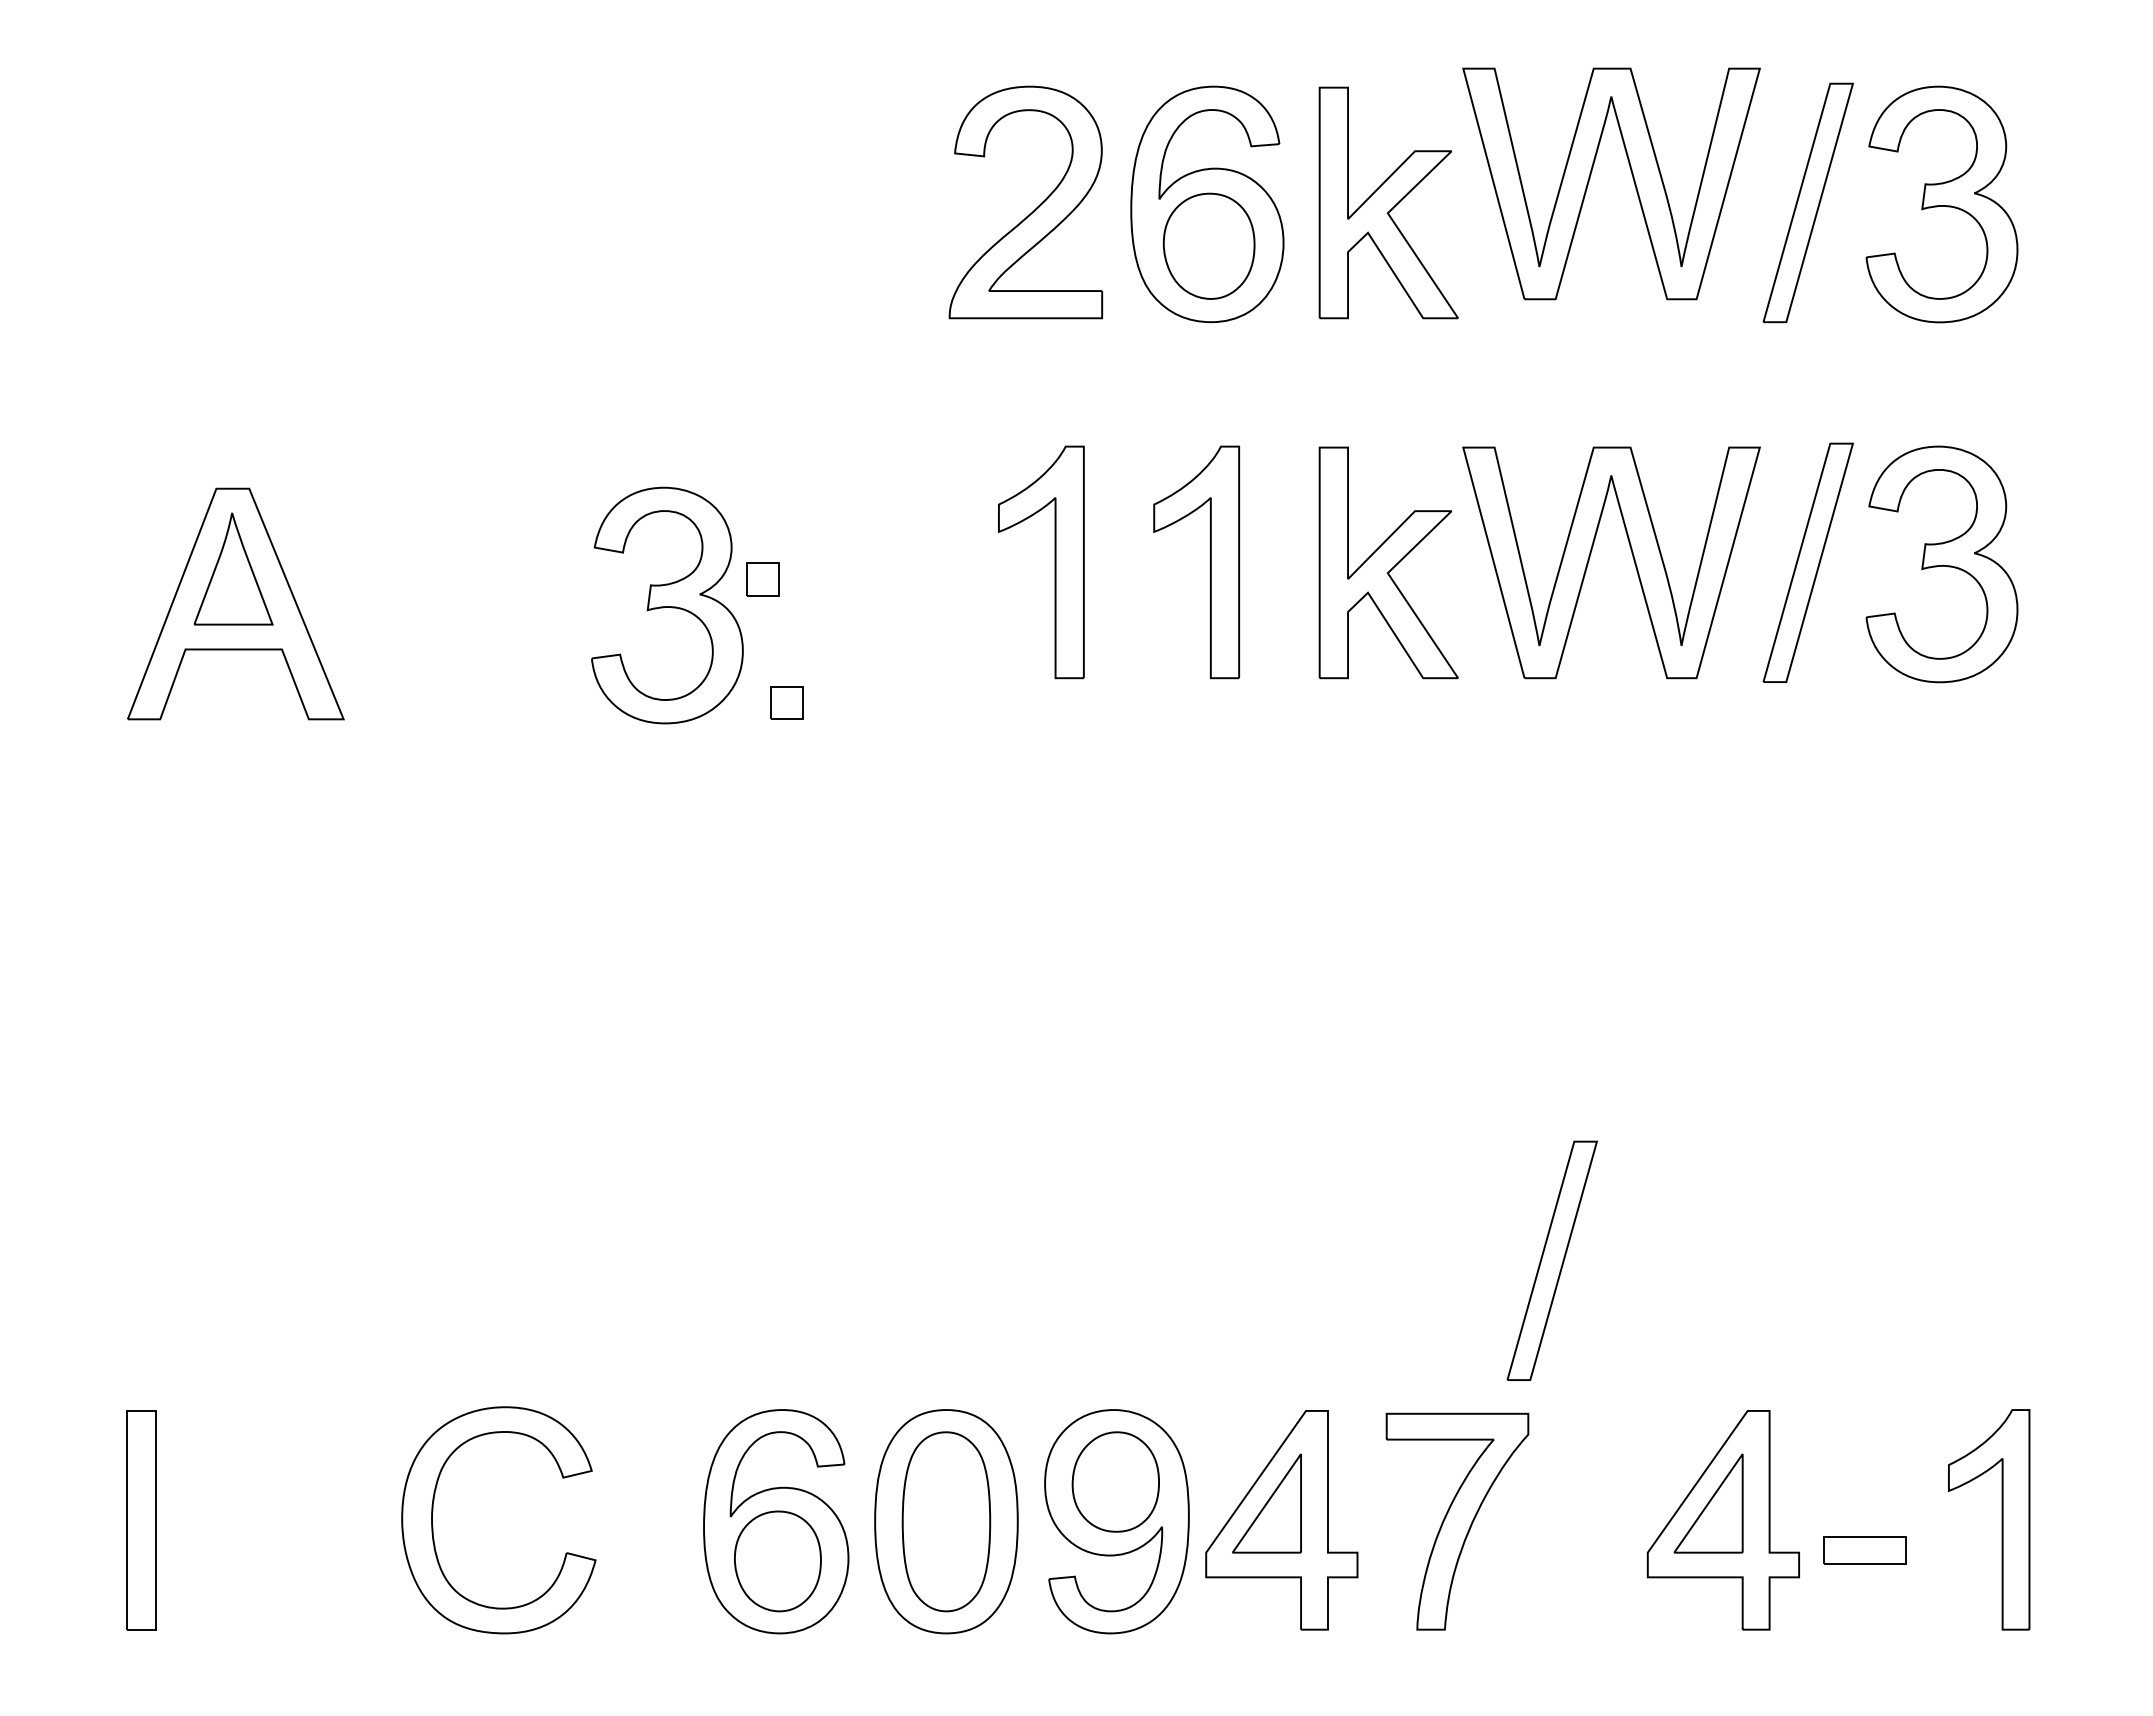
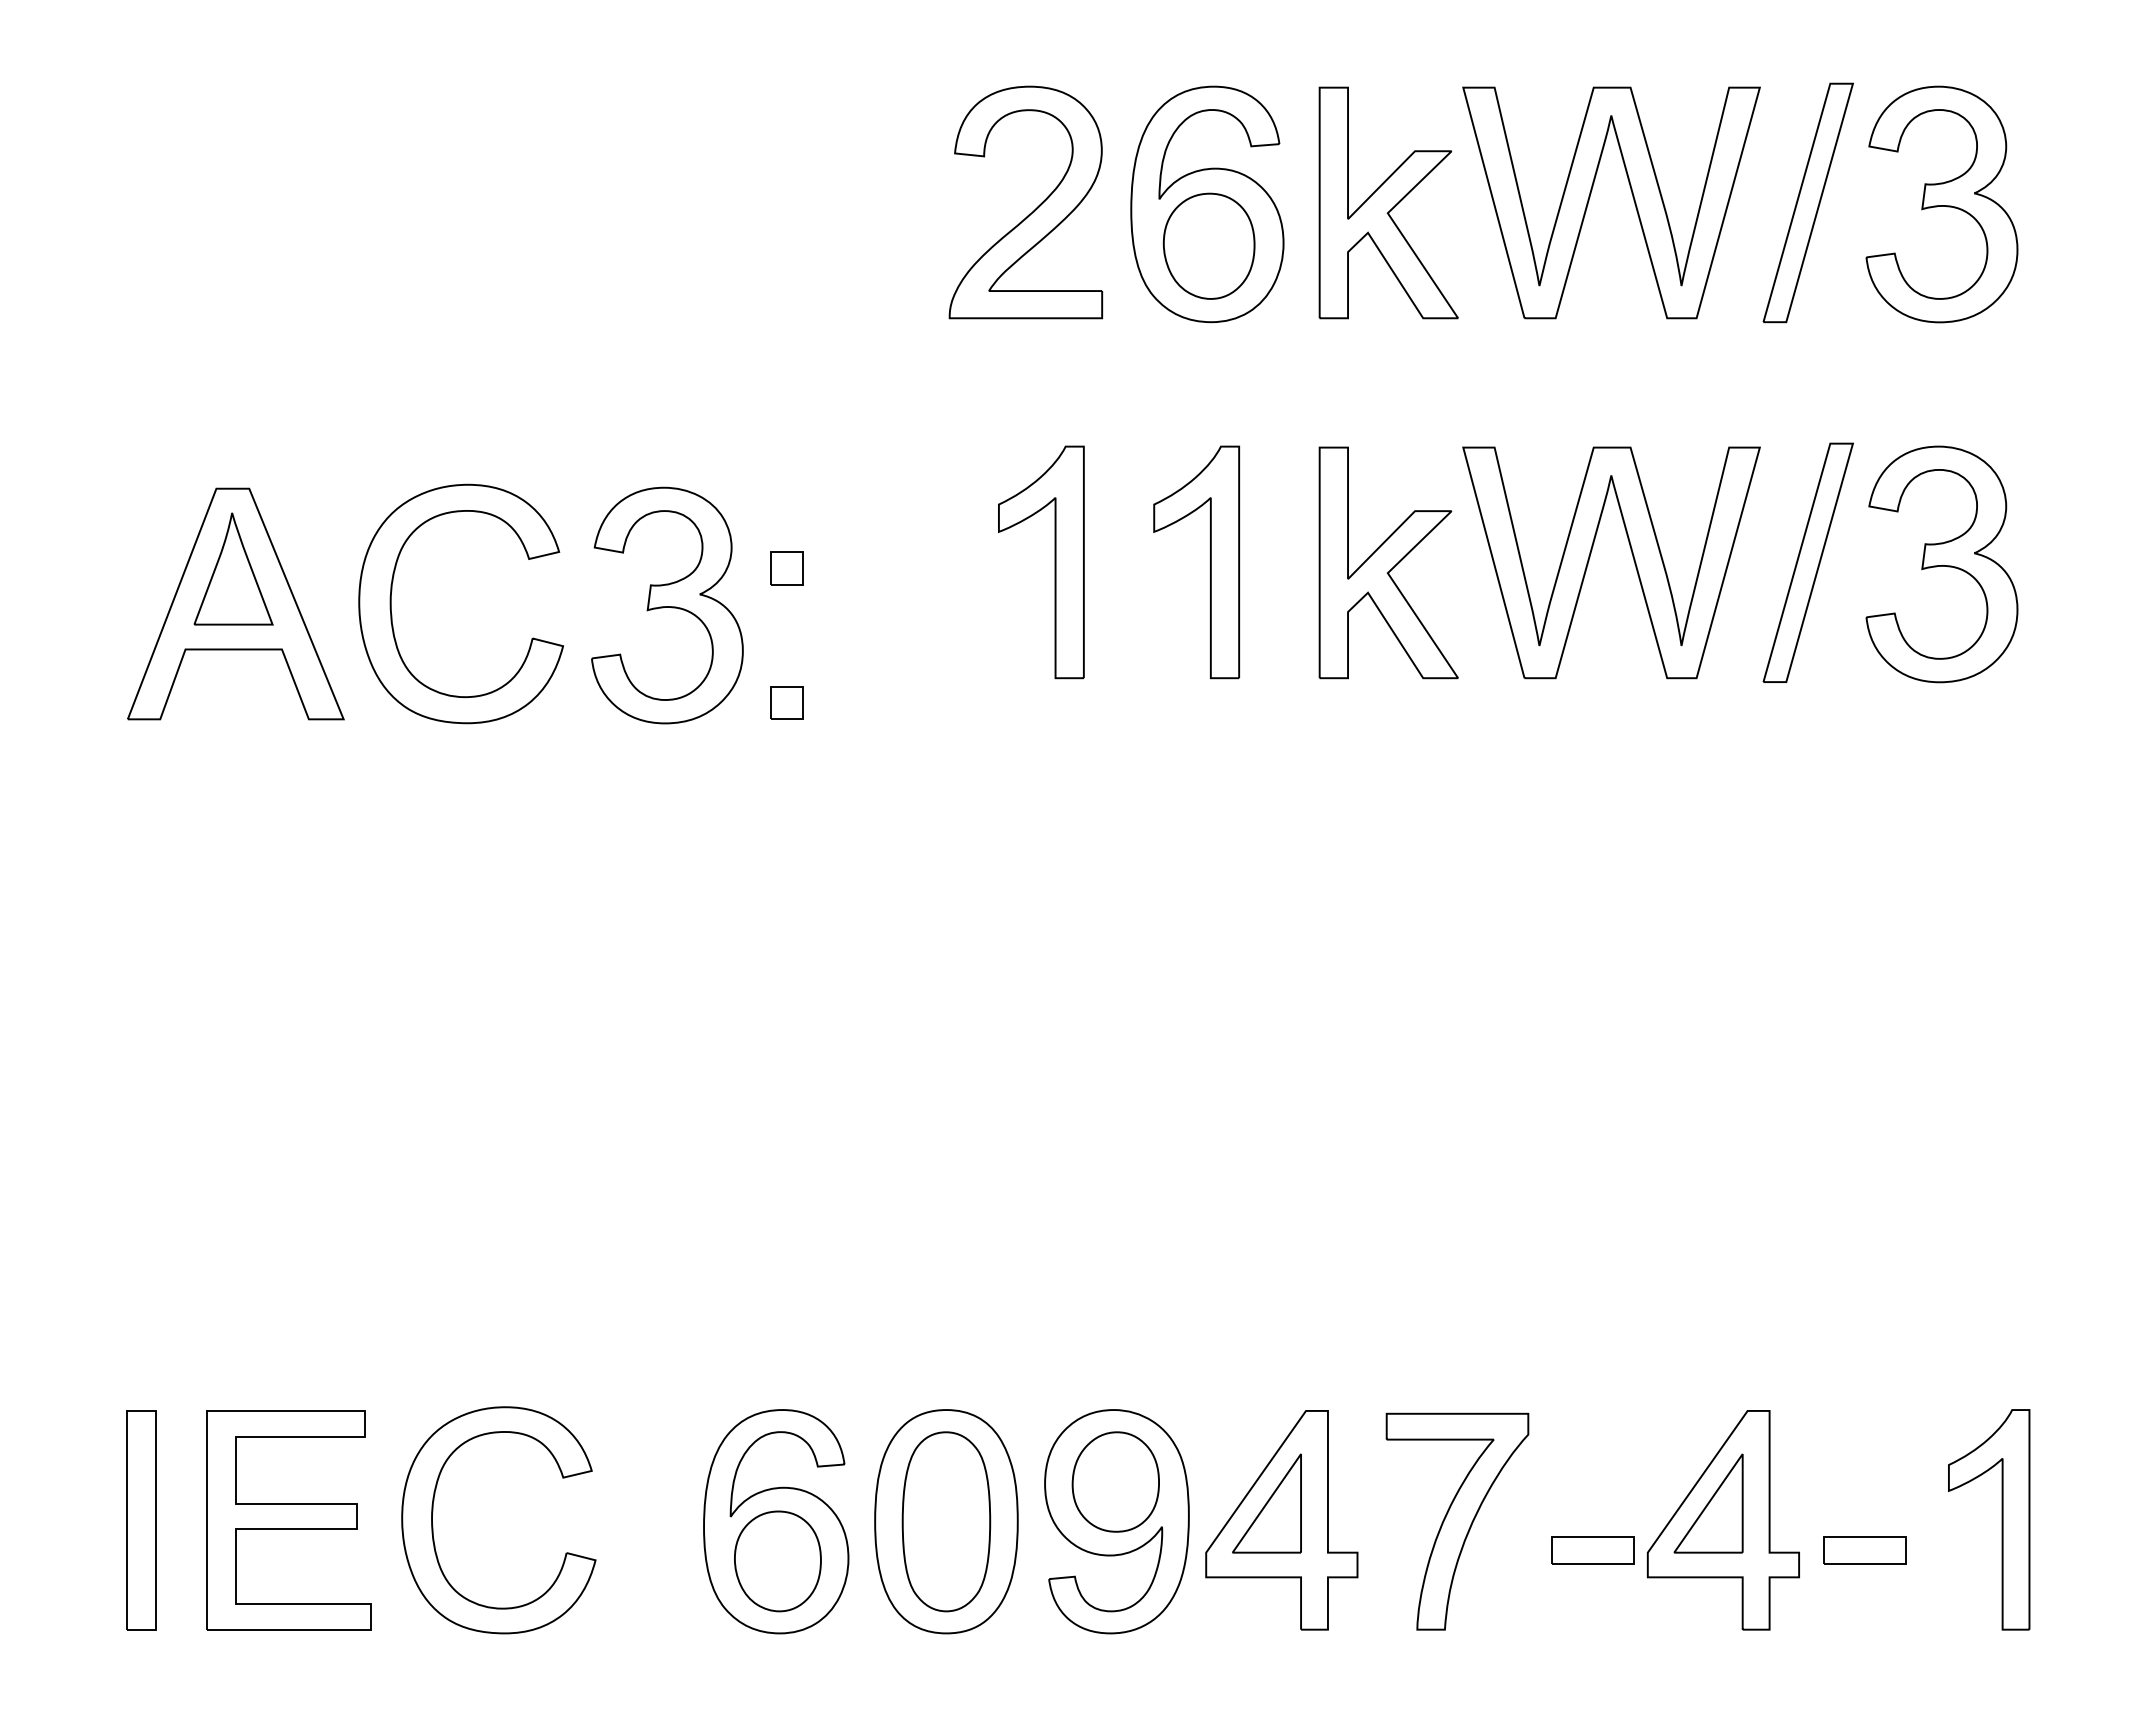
part at (1591, 175) position: (1591, 175) -> (1591, 194)
part at (762, 579) position: (762, 579) -> (786, 568)
part at (392, 614): none -> present
part at (1551, 1260): present -> none
part at (288, 1520): none -> present
part at (1592, 1550): none -> present
